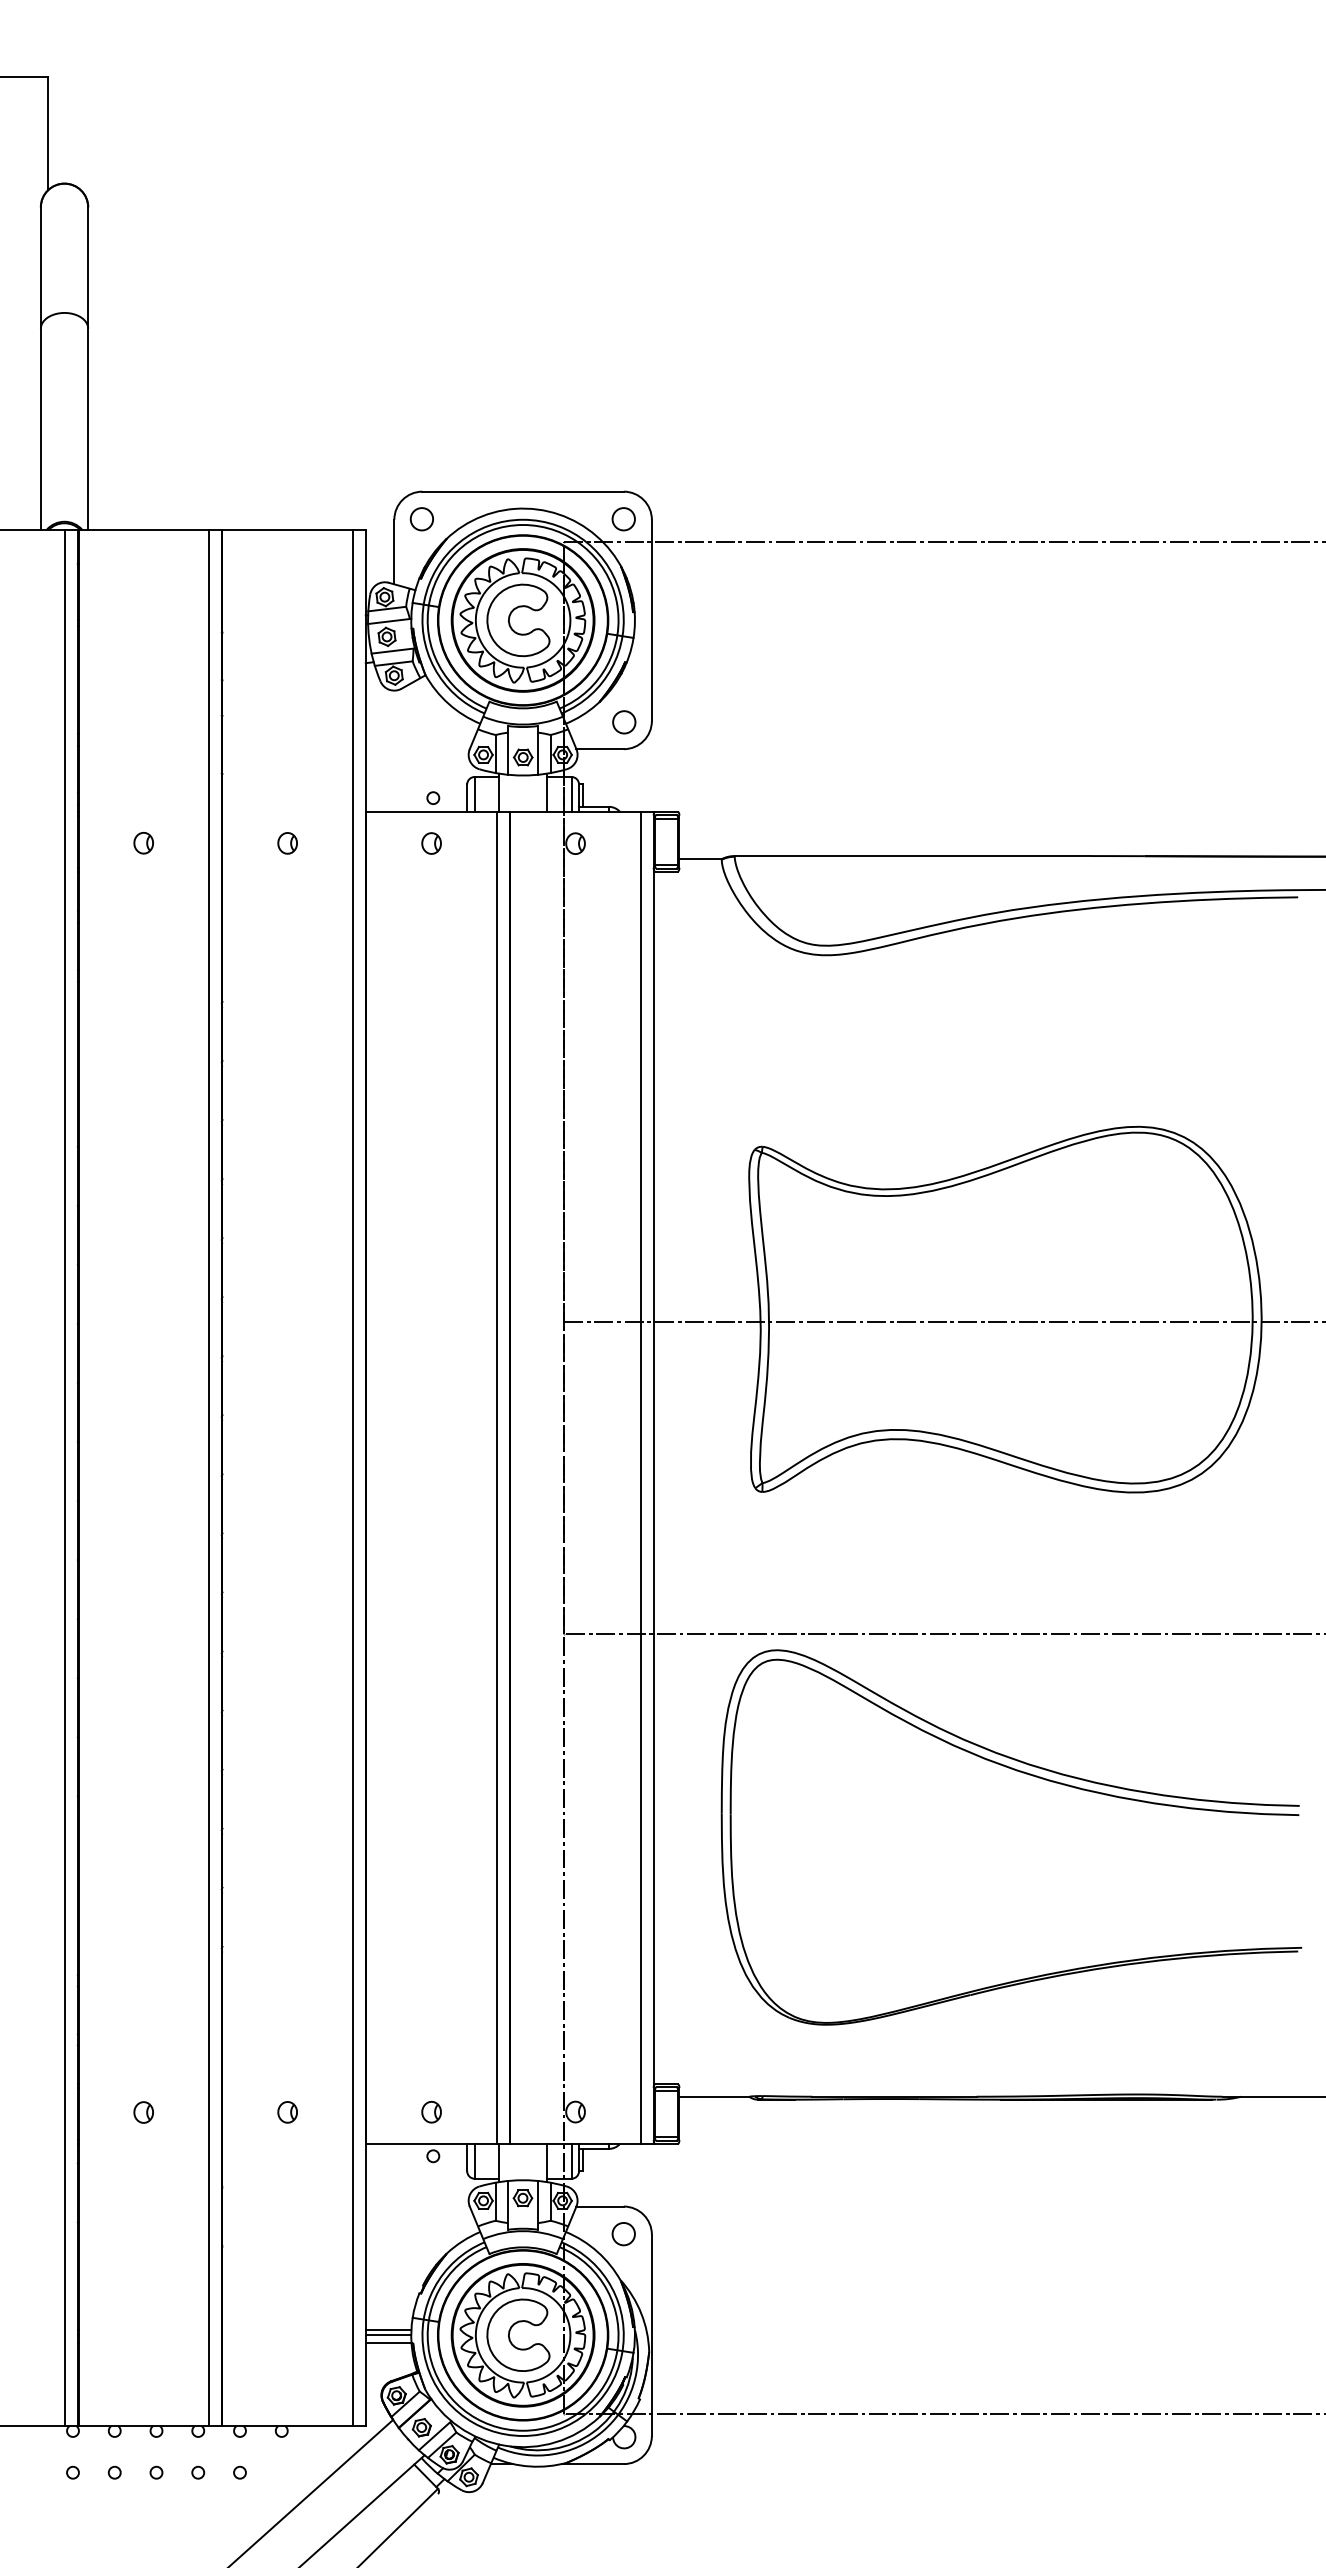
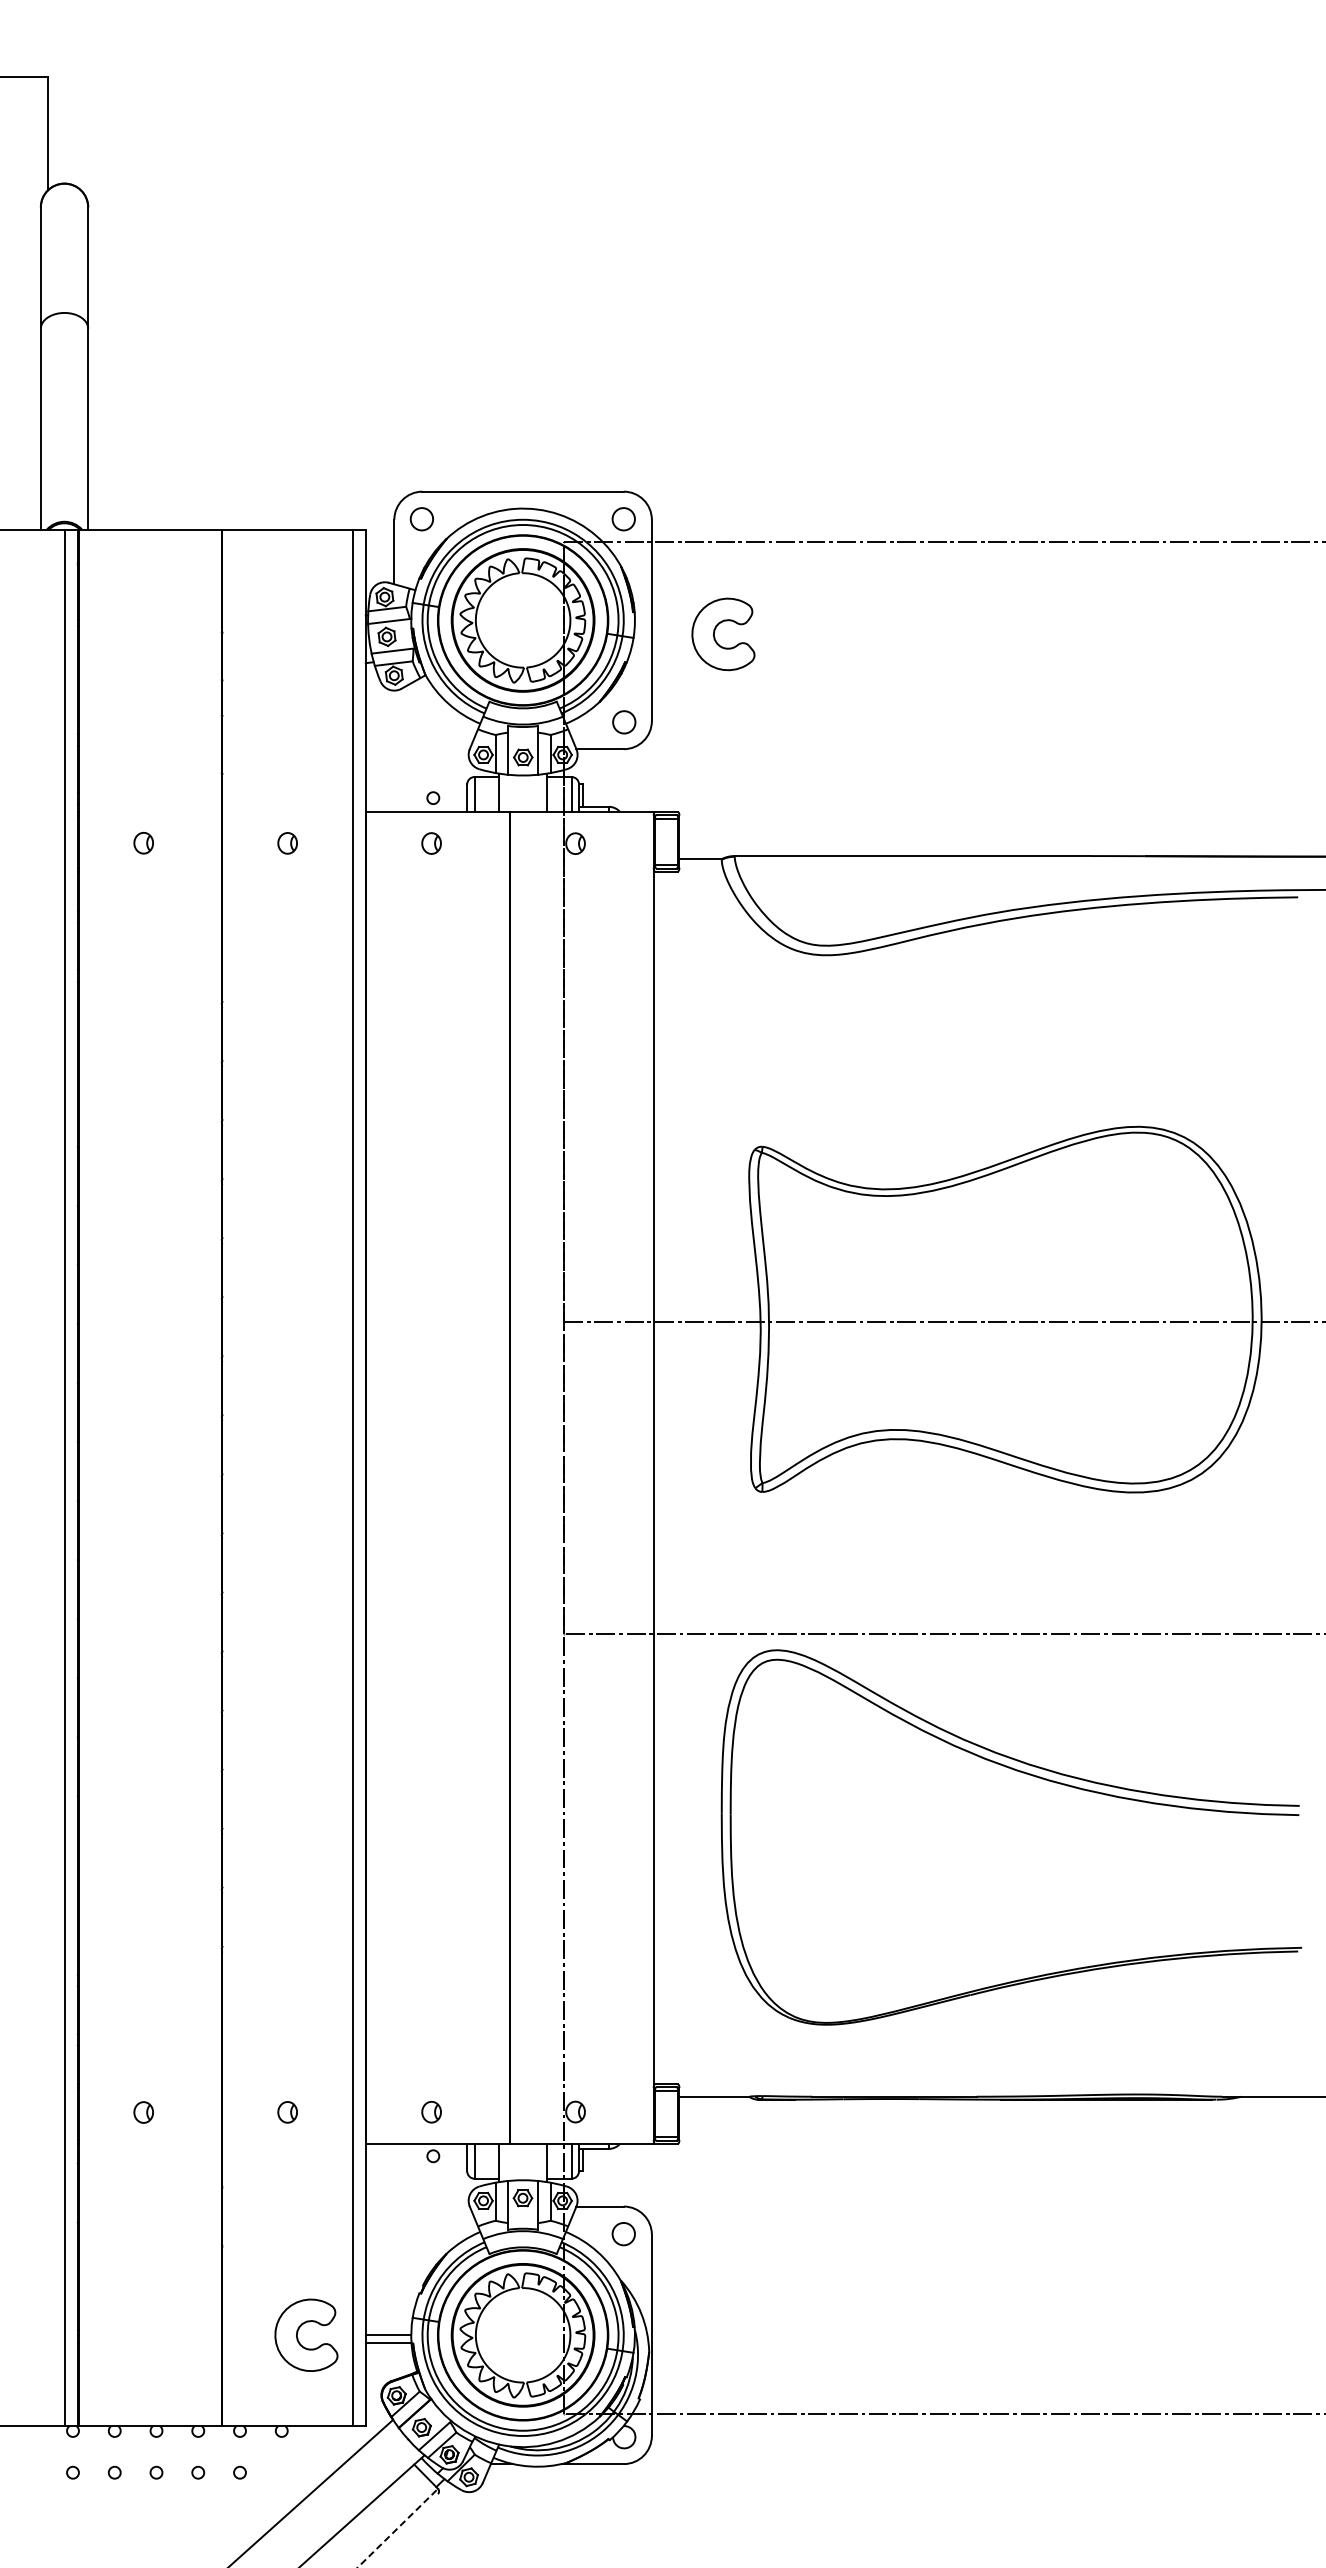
part at (510, 617) position: (510, 617) -> (715, 631)
line at (208, 1477): present -> none
line at (496, 1477): present -> none
line at (640, 1477): present -> none
line at (388, 2329): present -> none
part at (510, 2332) position: (510, 2332) -> (298, 2332)
line at (398, 2528): solid -> dashed
